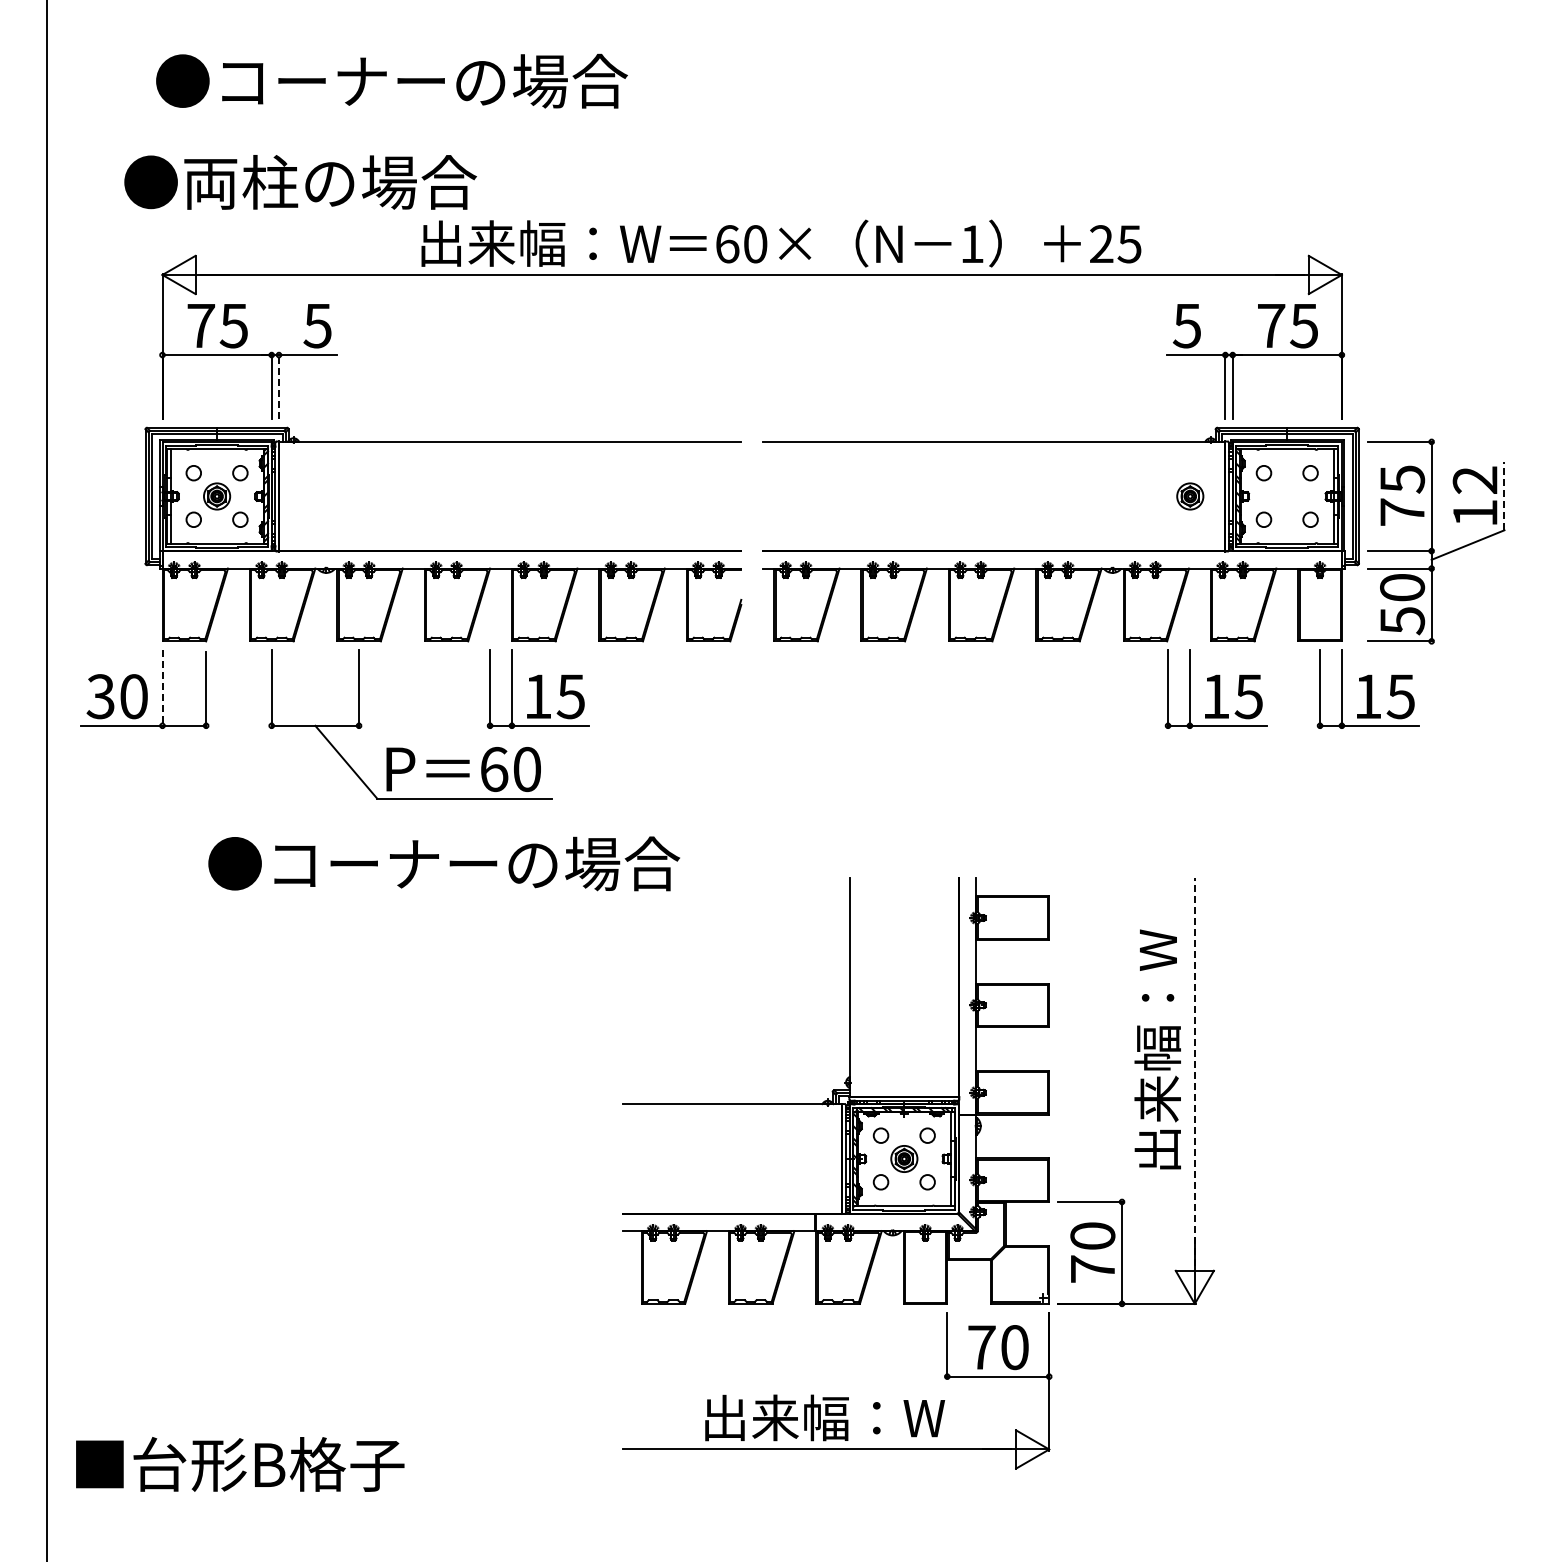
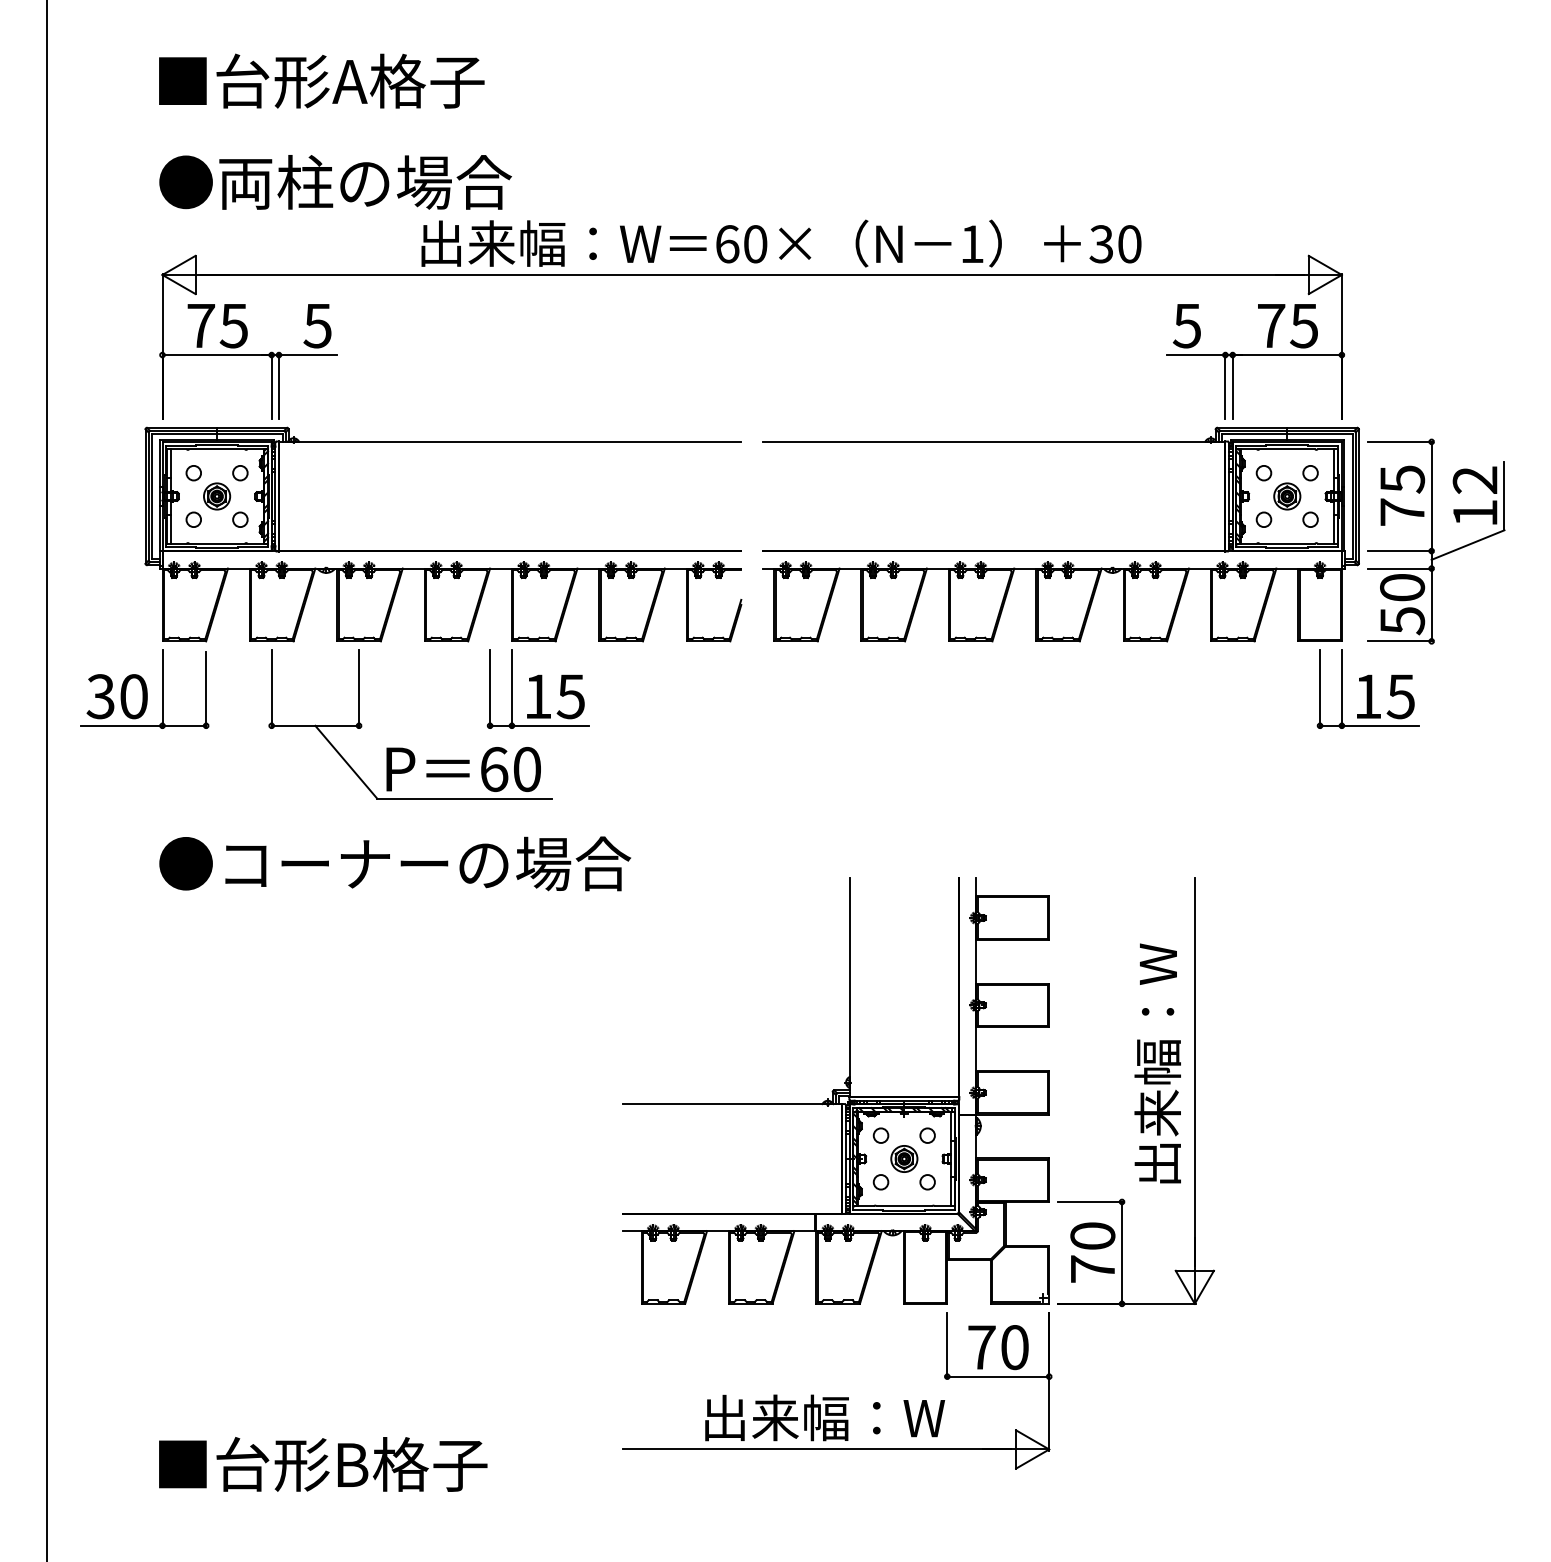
text at (391, 80): ●コーナーの場合 -> ■台形A格子
text at (300, 182) position: (300, 182) -> (335, 182)
text at (1115, 244): 25 -> 30
line at (278, 386): dashed -> solid
line at (1504, 495): dashed -> solid
part at (1190, 496) position: (1190, 496) -> (1287, 496)
line at (162, 688): dashed -> solid
part at (1215, 688): present -> none
text at (444, 863) position: (444, 863) -> (395, 863)
text at (1157, 1049) position: (1157, 1049) -> (1157, 1063)
line at (1194, 1071): dashed -> solid
text at (240, 1464) position: (240, 1464) -> (323, 1464)
